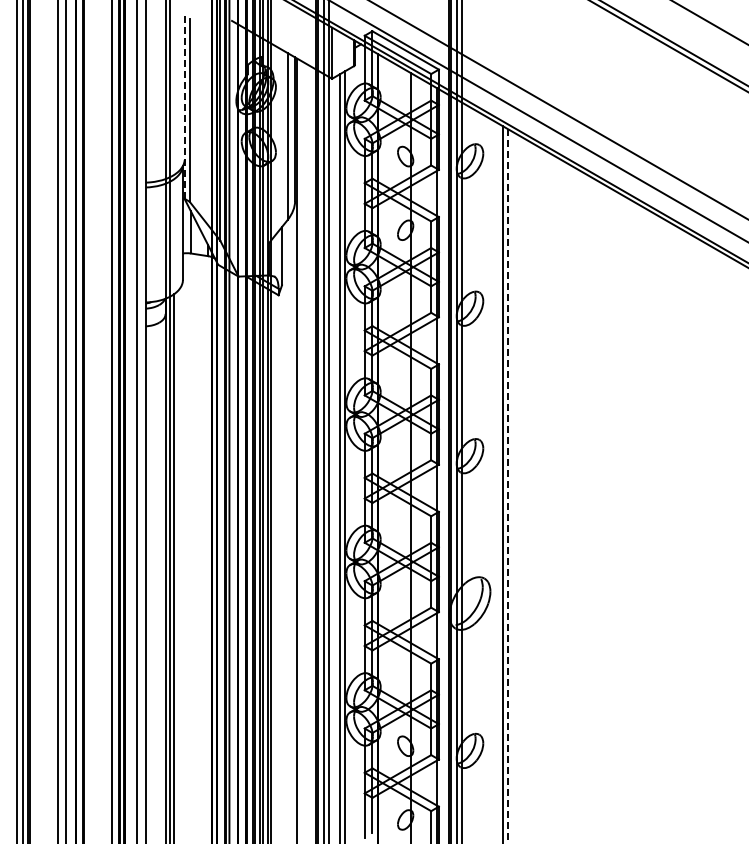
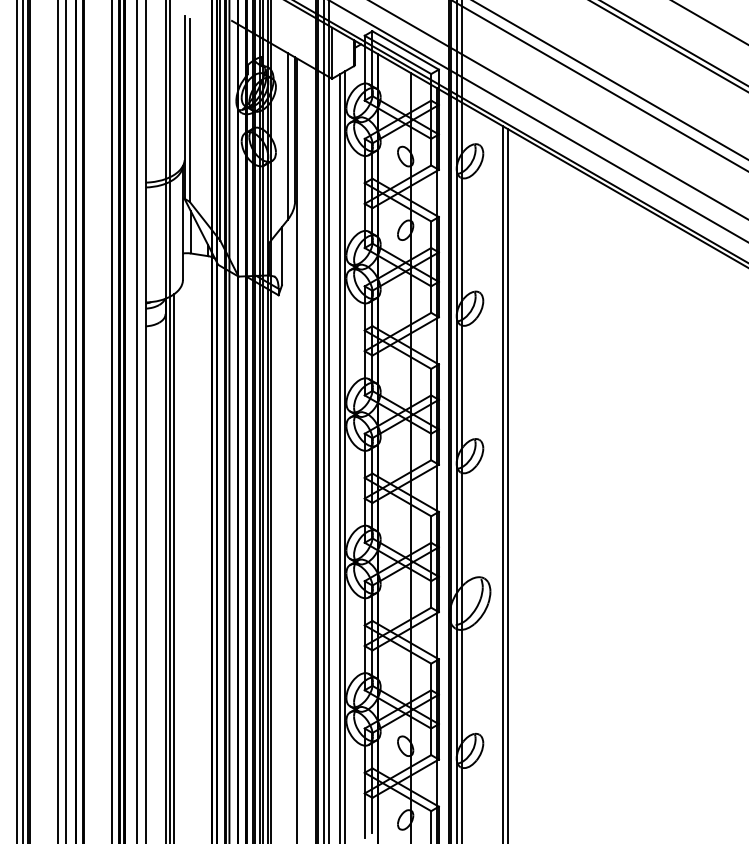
line at (609, 80): none -> present
line at (600, 85): none -> present
line at (184, 107): dashed -> solid
line at (508, 486): dashed -> solid
